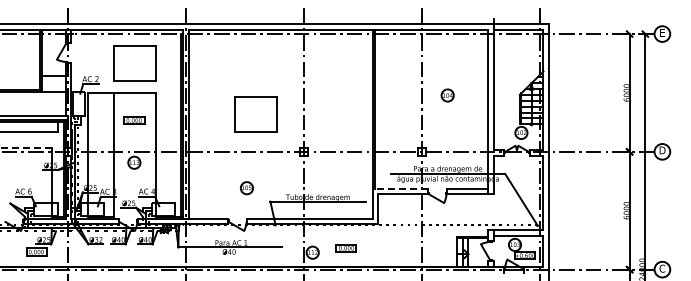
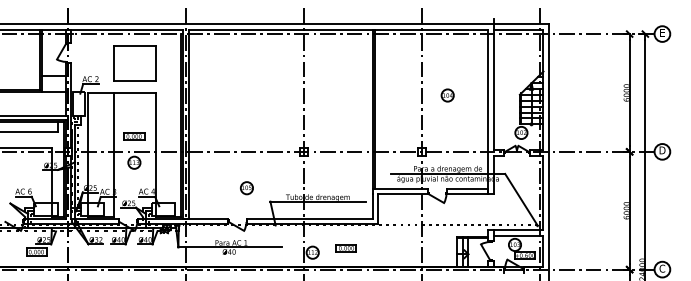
part at (255, 114): present -> none
part at (134, 120) position: (134, 120) -> (134, 136)
line at (26, 147): dashed -> solid
line at (399, 189): dashed -> solid
